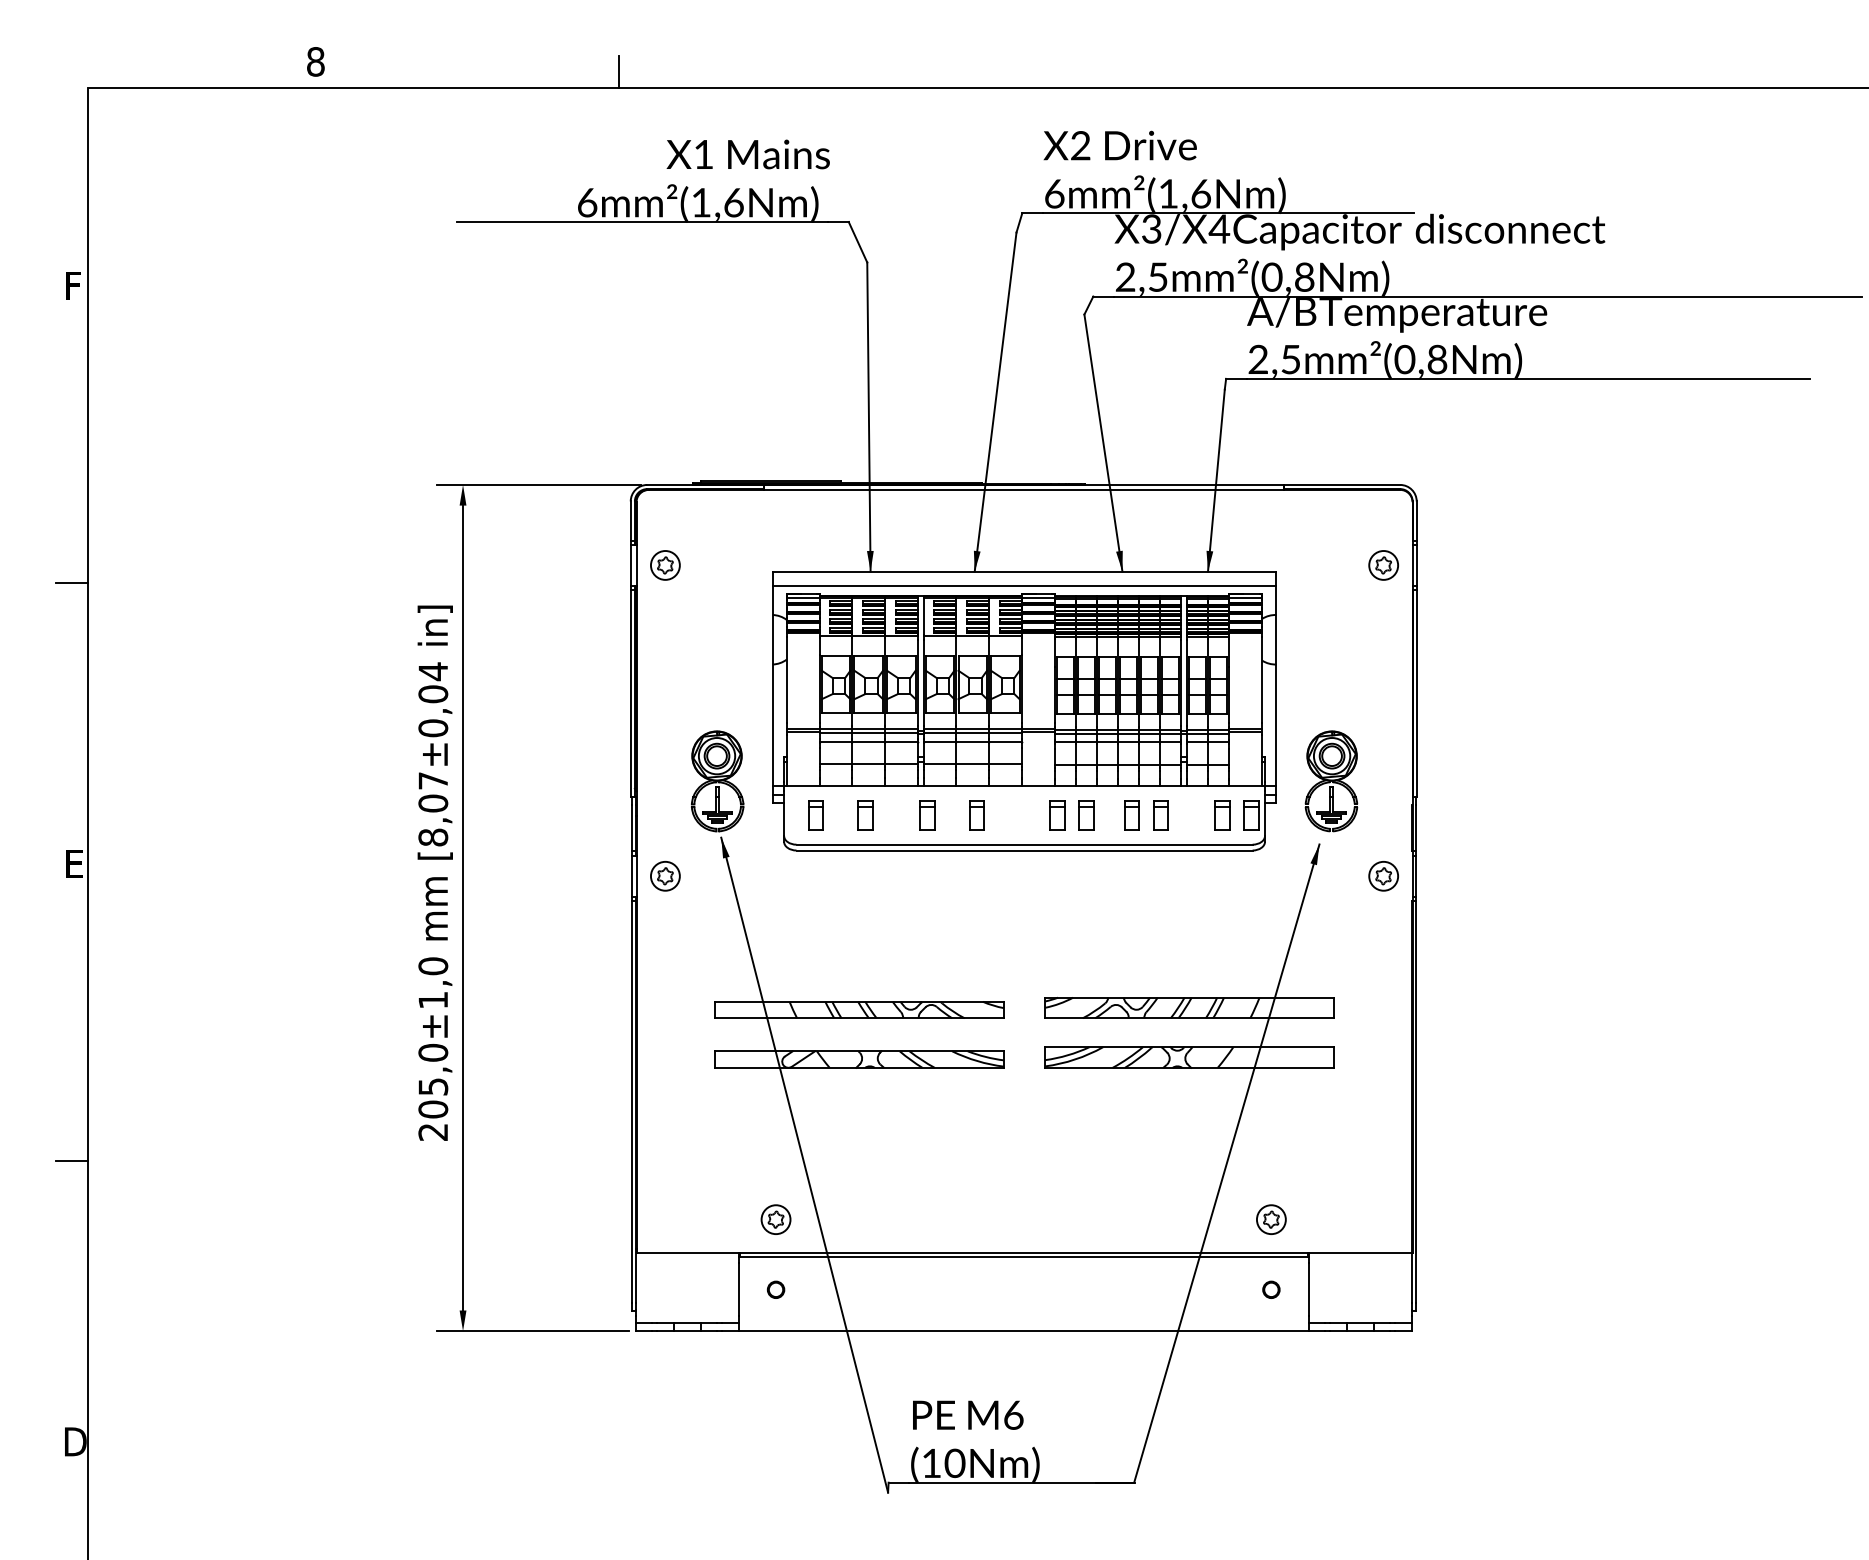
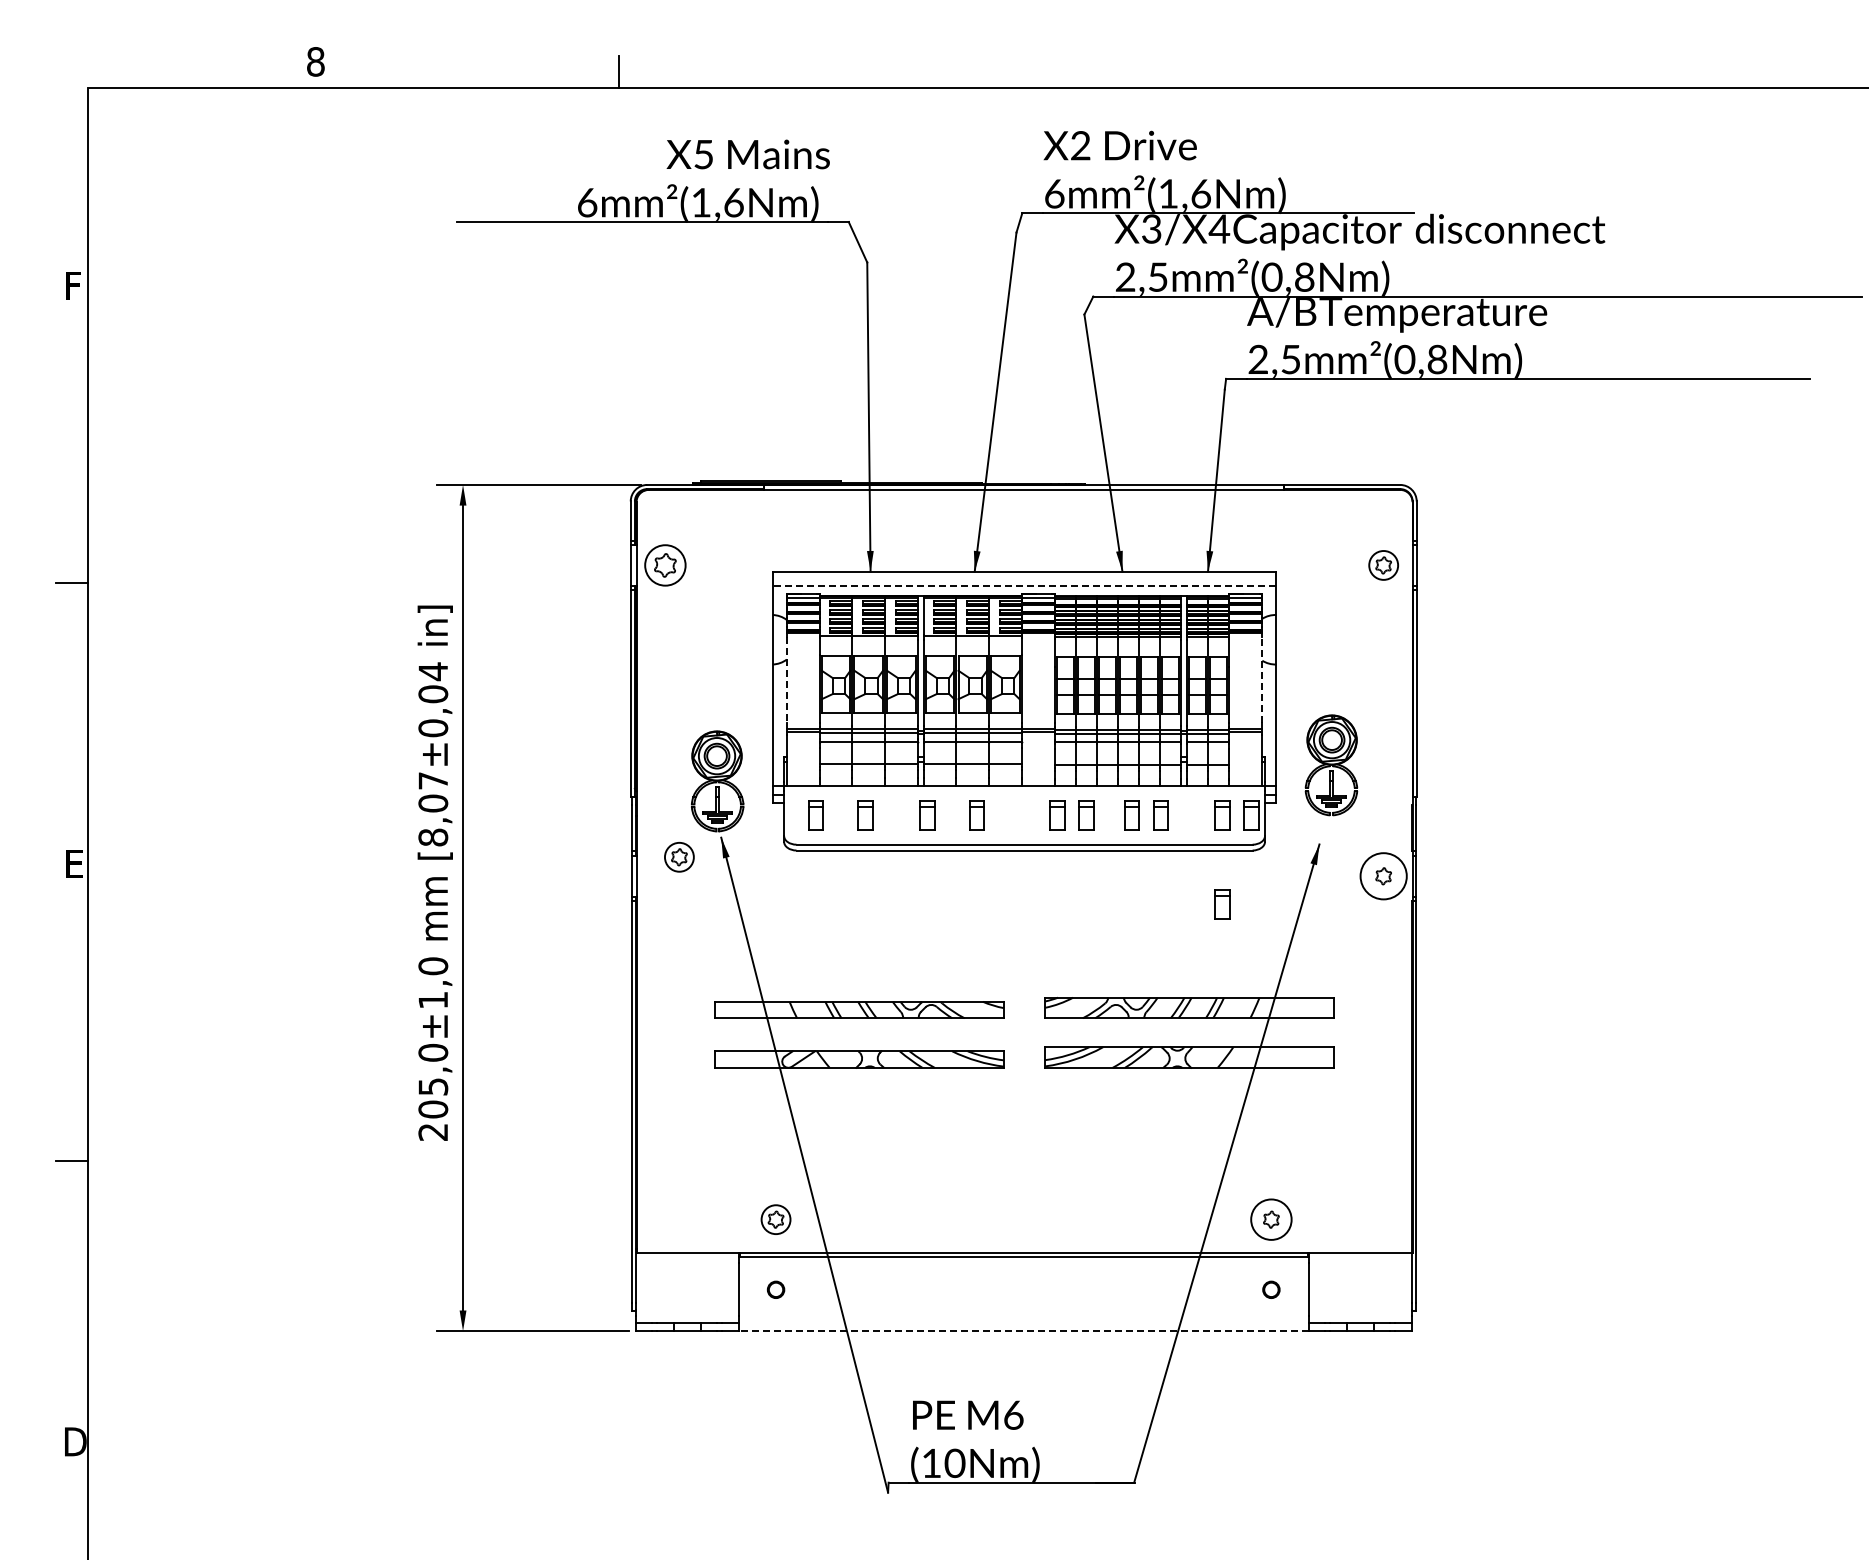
text at (703, 154): X1 -> X5
part at (665, 565) size: 31x31 px -> 43x43 px
line at (1024, 586): solid -> dashed
line at (1262, 679): solid -> dashed
line at (786, 680): solid -> dashed
part at (1331, 781) position: (1331, 781) -> (1331, 765)
circle at (1383, 875) diameter: 29 px -> 46 px
part at (665, 876) position: (665, 876) -> (679, 857)
part at (1222, 904): none -> present
circle at (1270, 1219) diameter: 29 px -> 40 px
line at (1023, 1331): solid -> dashed
